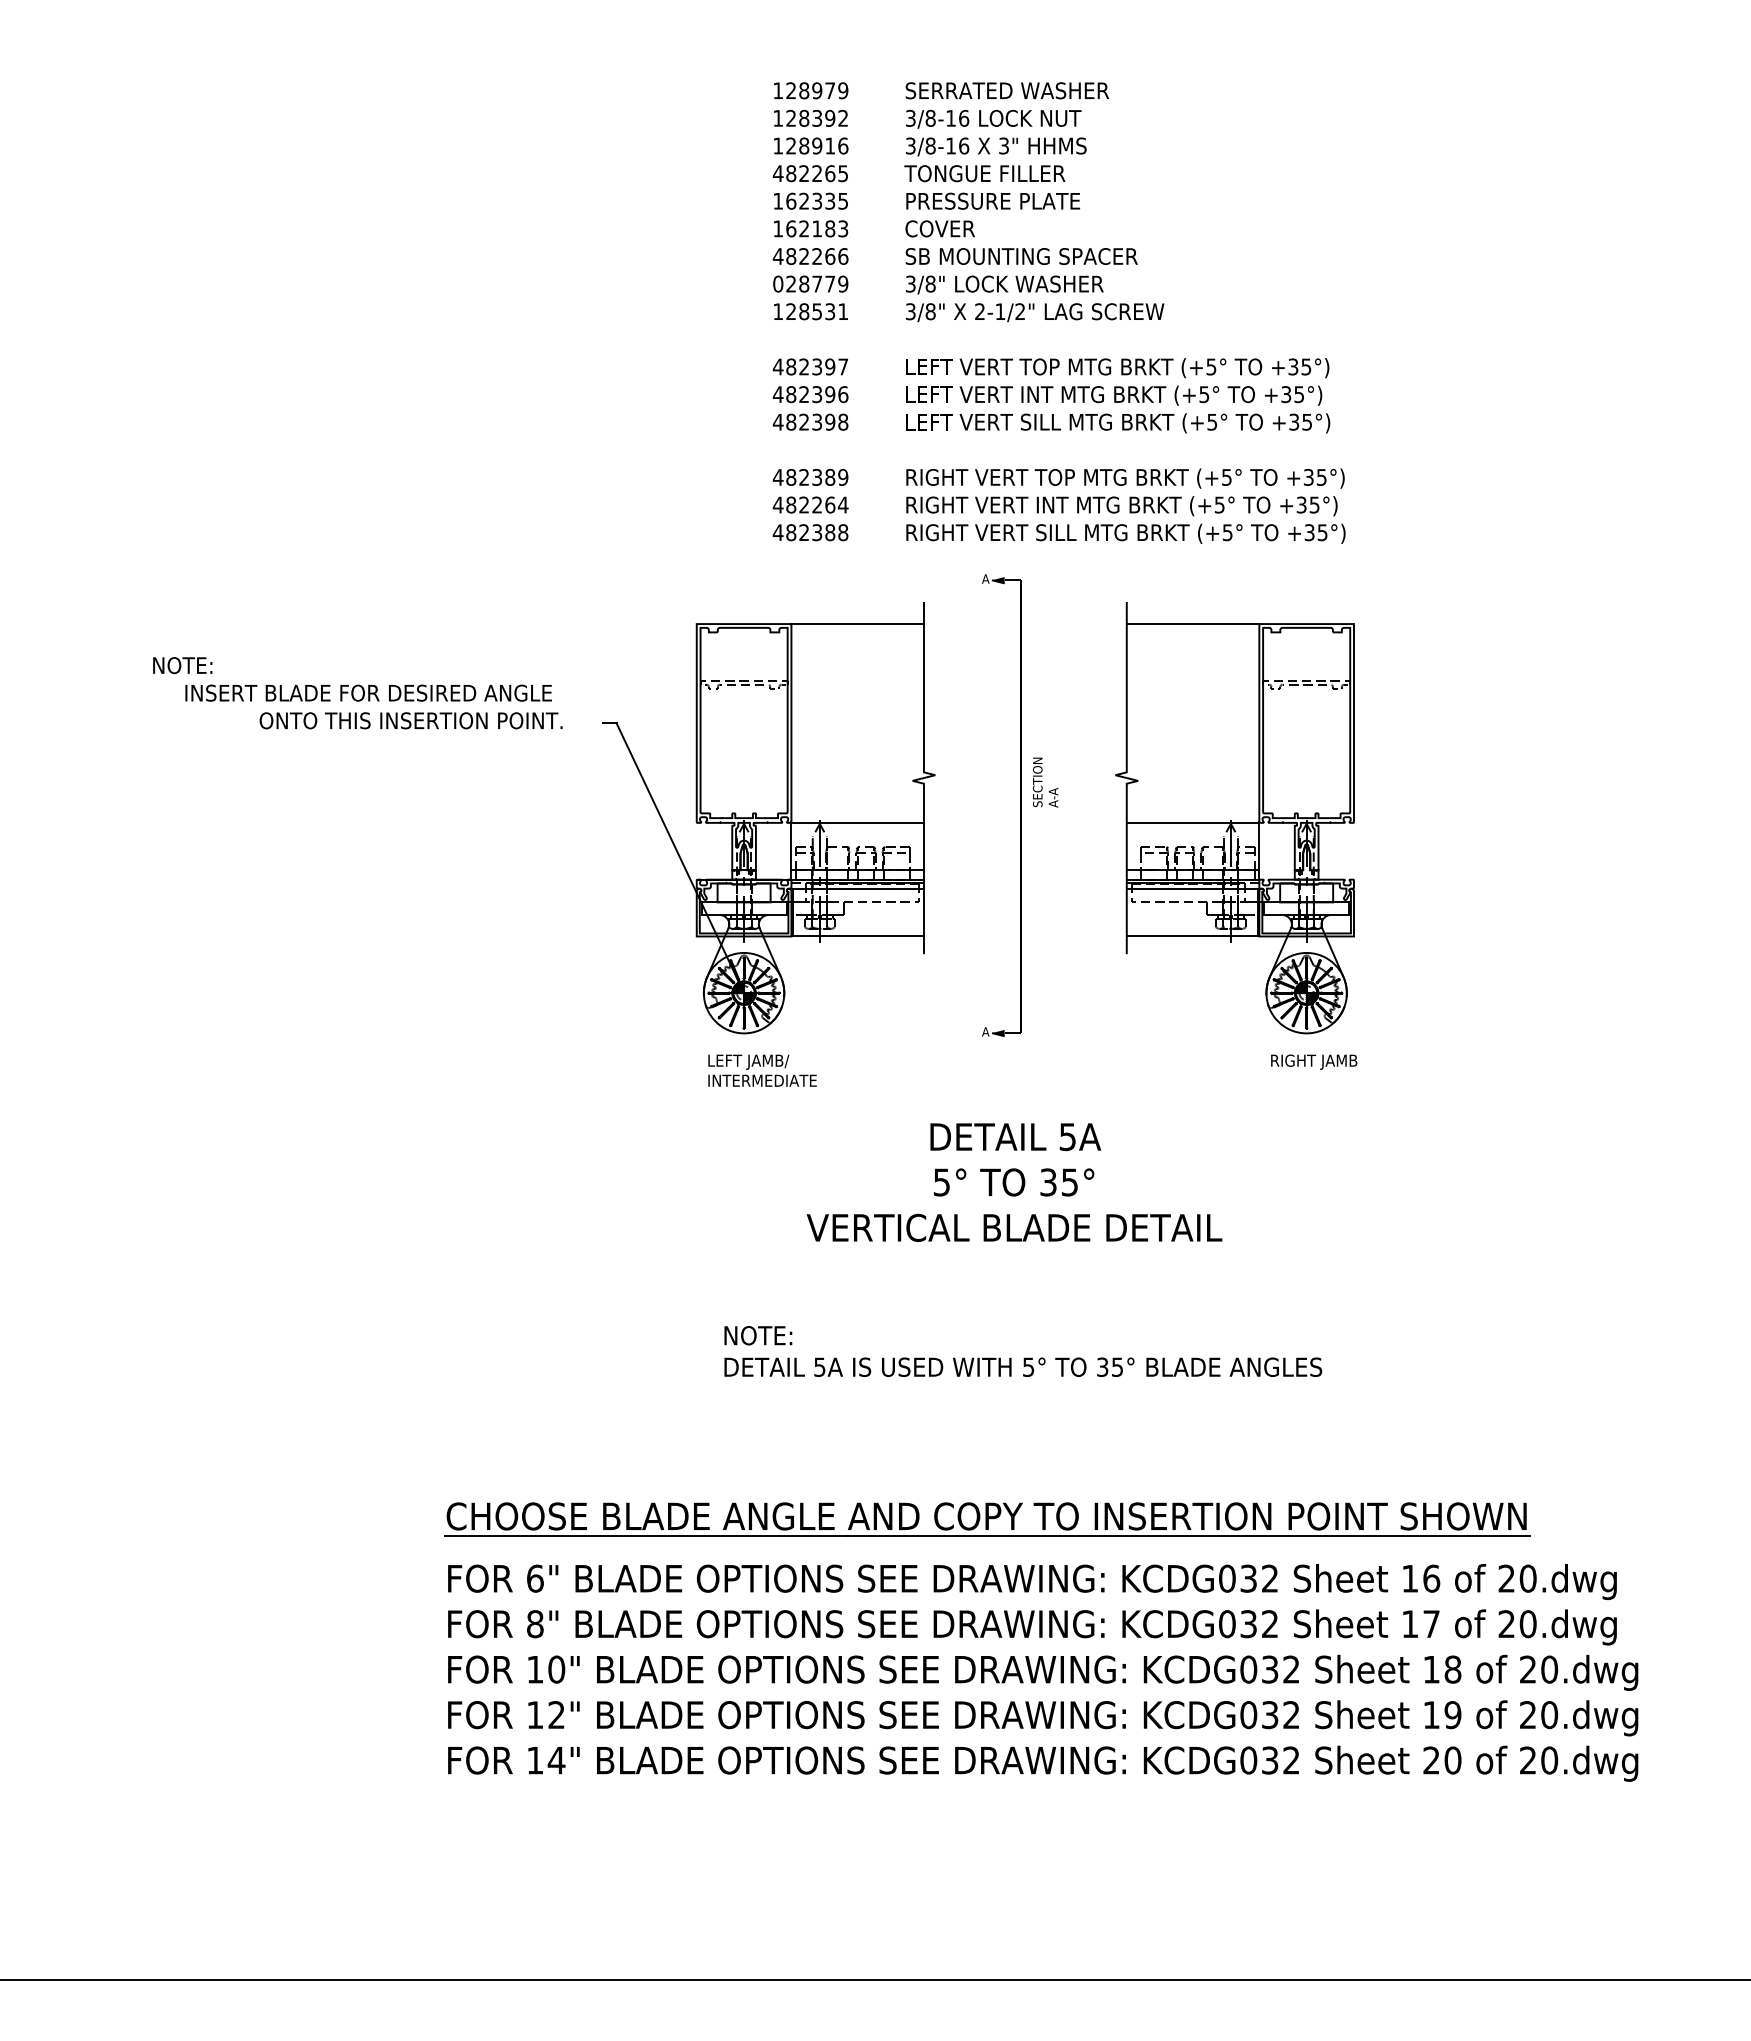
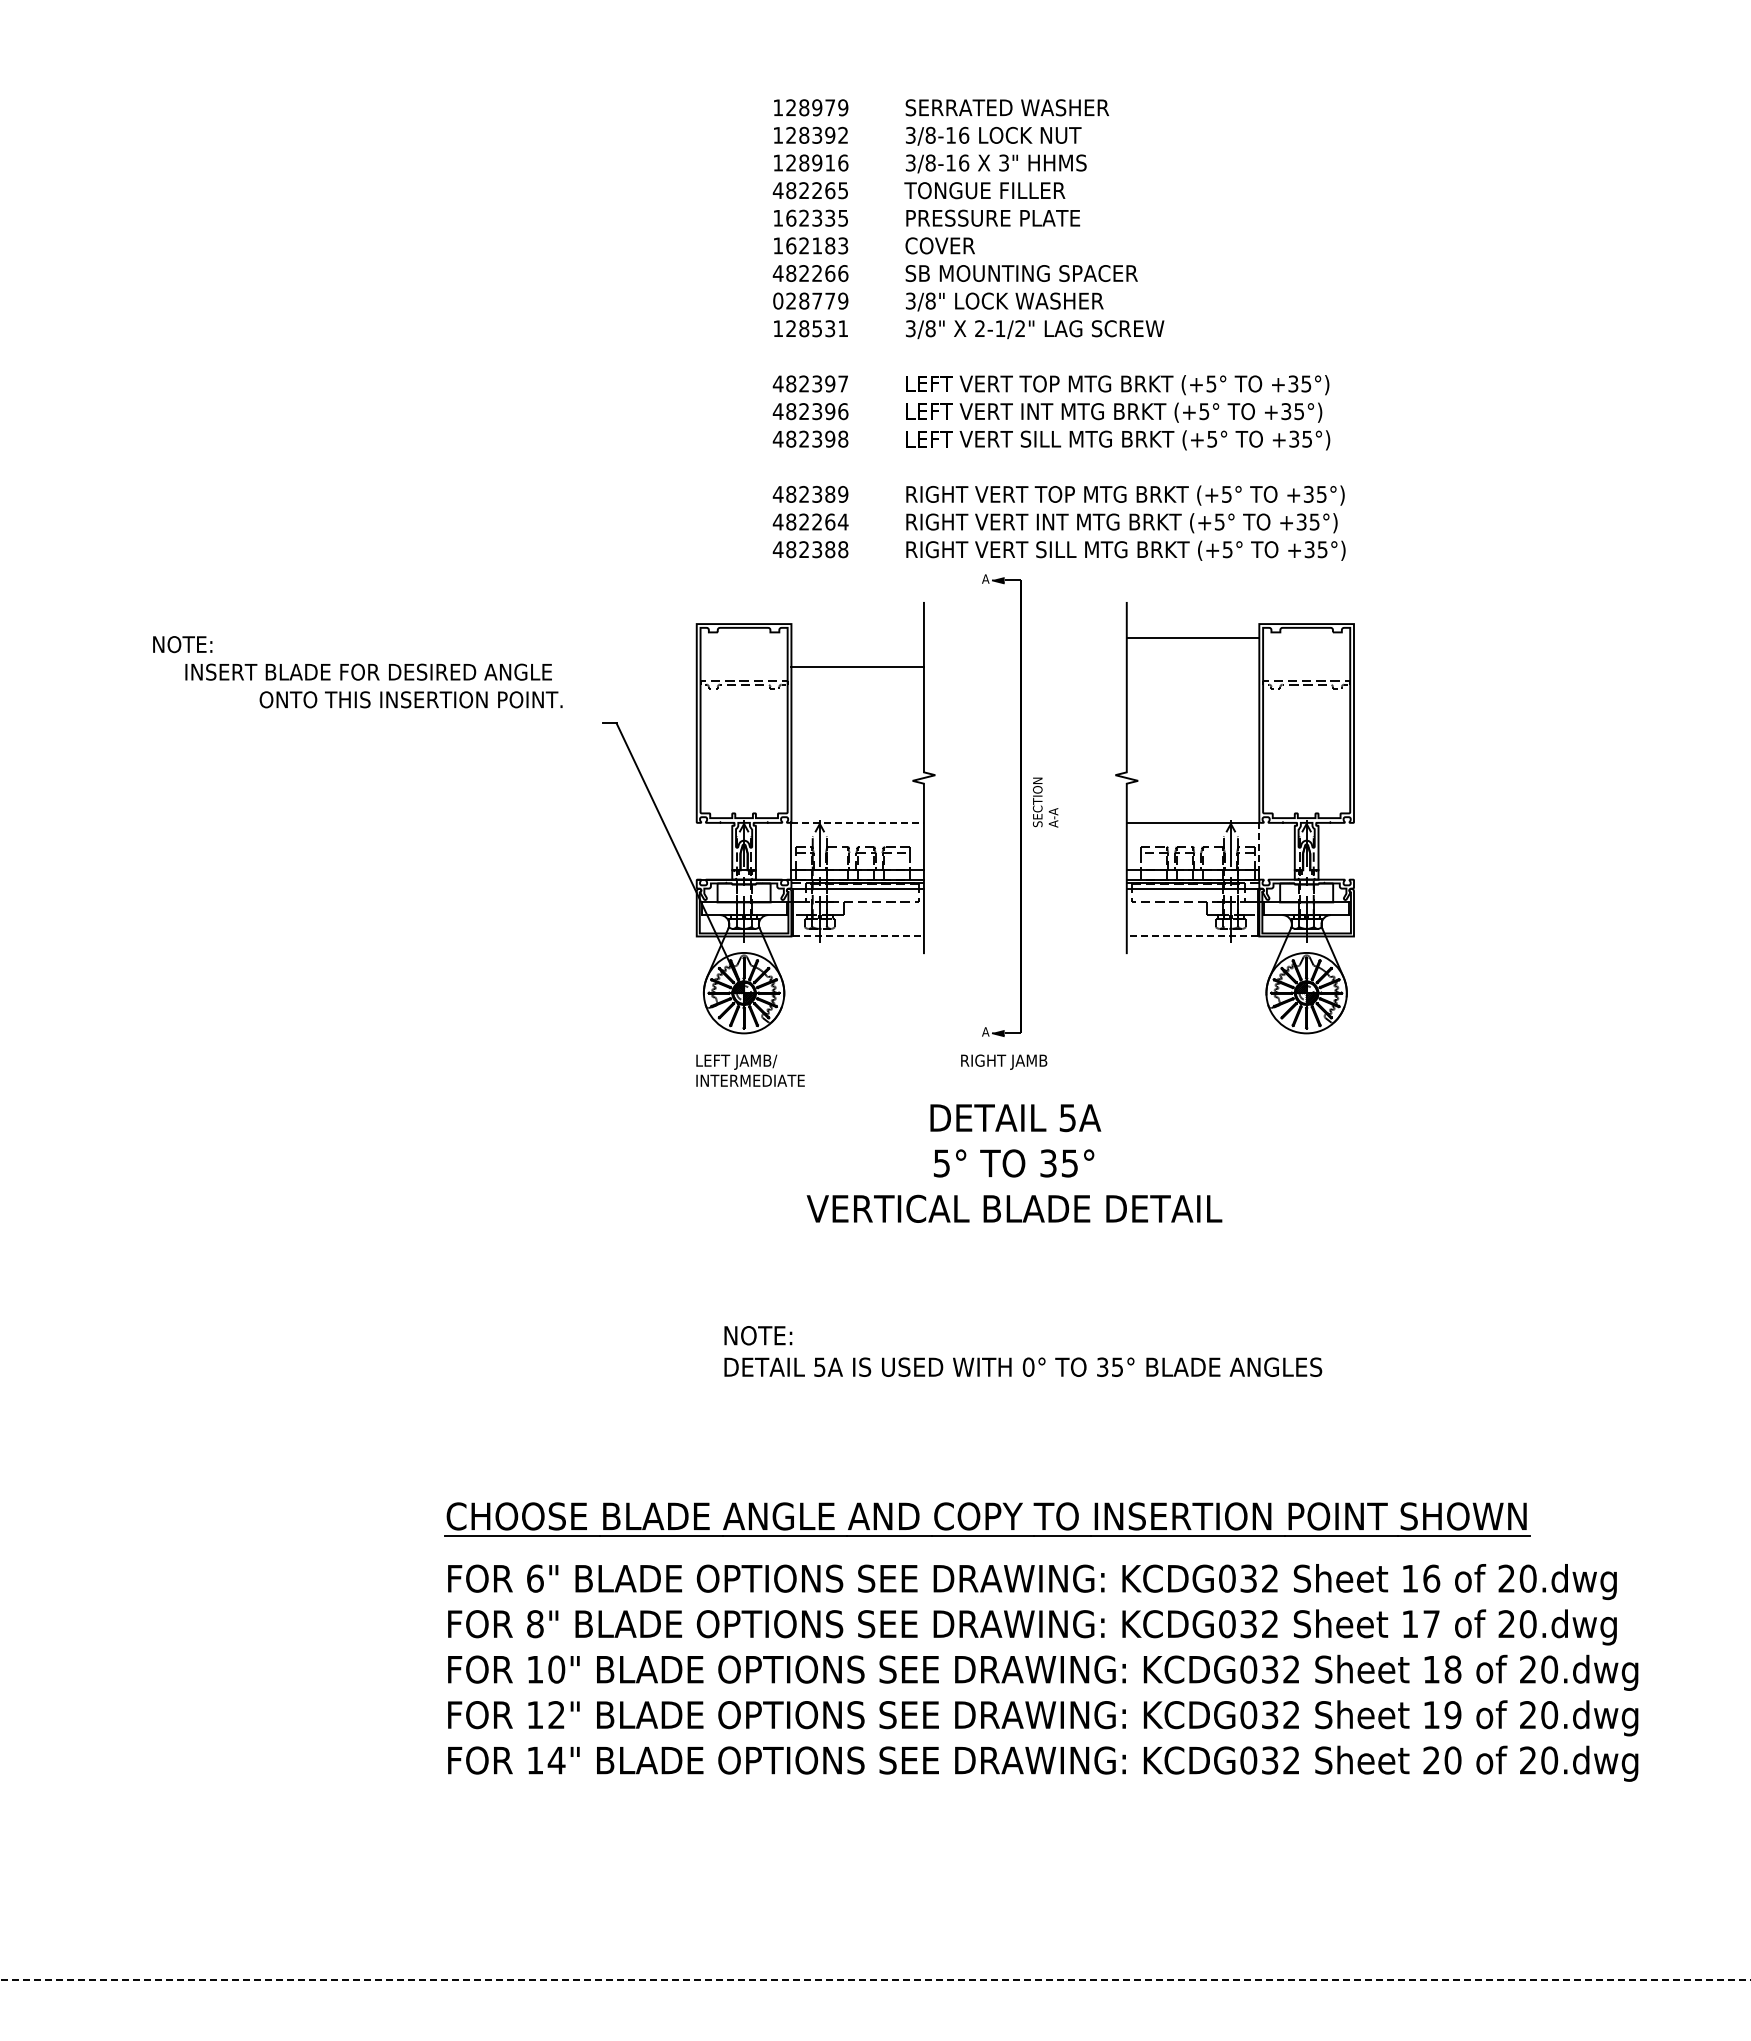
text at (1058, 312) position: (1058, 312) -> (1058, 329)
line at (857, 624) position: (857, 624) -> (857, 667)
line at (1192, 624) position: (1192, 624) -> (1192, 638)
text at (357, 693) position: (357, 693) -> (357, 672)
text at (1045, 782) position: (1045, 782) -> (1045, 802)
line at (858, 822): solid -> dashed
line at (1259, 846): solid -> dashed
line at (858, 936): solid -> dashed
line at (1192, 936): solid -> dashed
text at (1314, 1061) position: (1314, 1061) -> (1004, 1061)
text at (762, 1070) position: (762, 1070) -> (750, 1070)
text at (1014, 1182) position: (1014, 1182) -> (1014, 1163)
text at (1028, 1366): 5° -> 0°
line at (875, 1979): solid -> dashed
